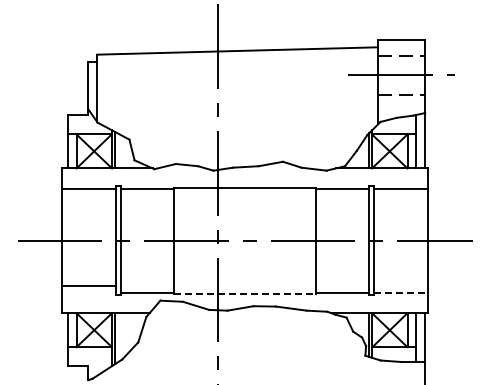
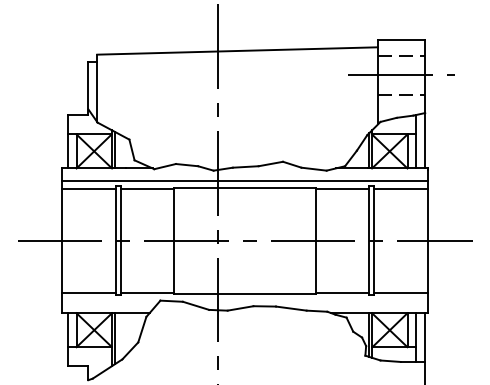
line at (244, 180): none -> present
line at (88, 285) position: (88, 285) -> (88, 292)
line at (401, 292): dashed -> solid
line at (244, 294): dashed -> solid
